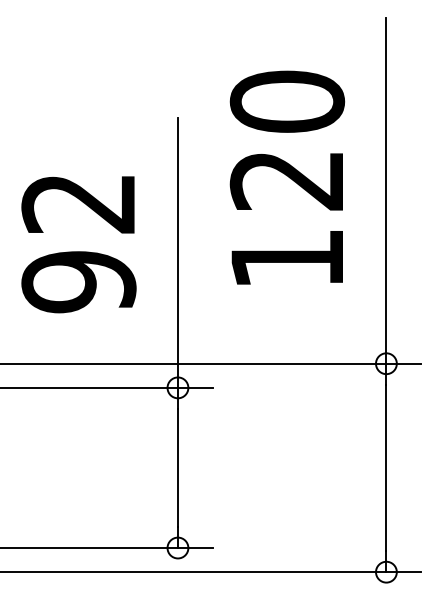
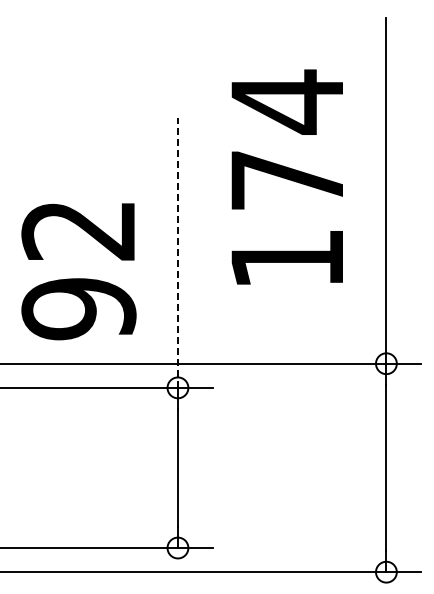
text at (287, 139): 120 -> 174
text at (78, 244) position: (78, 244) -> (78, 271)
line at (177, 253): solid -> dashed
